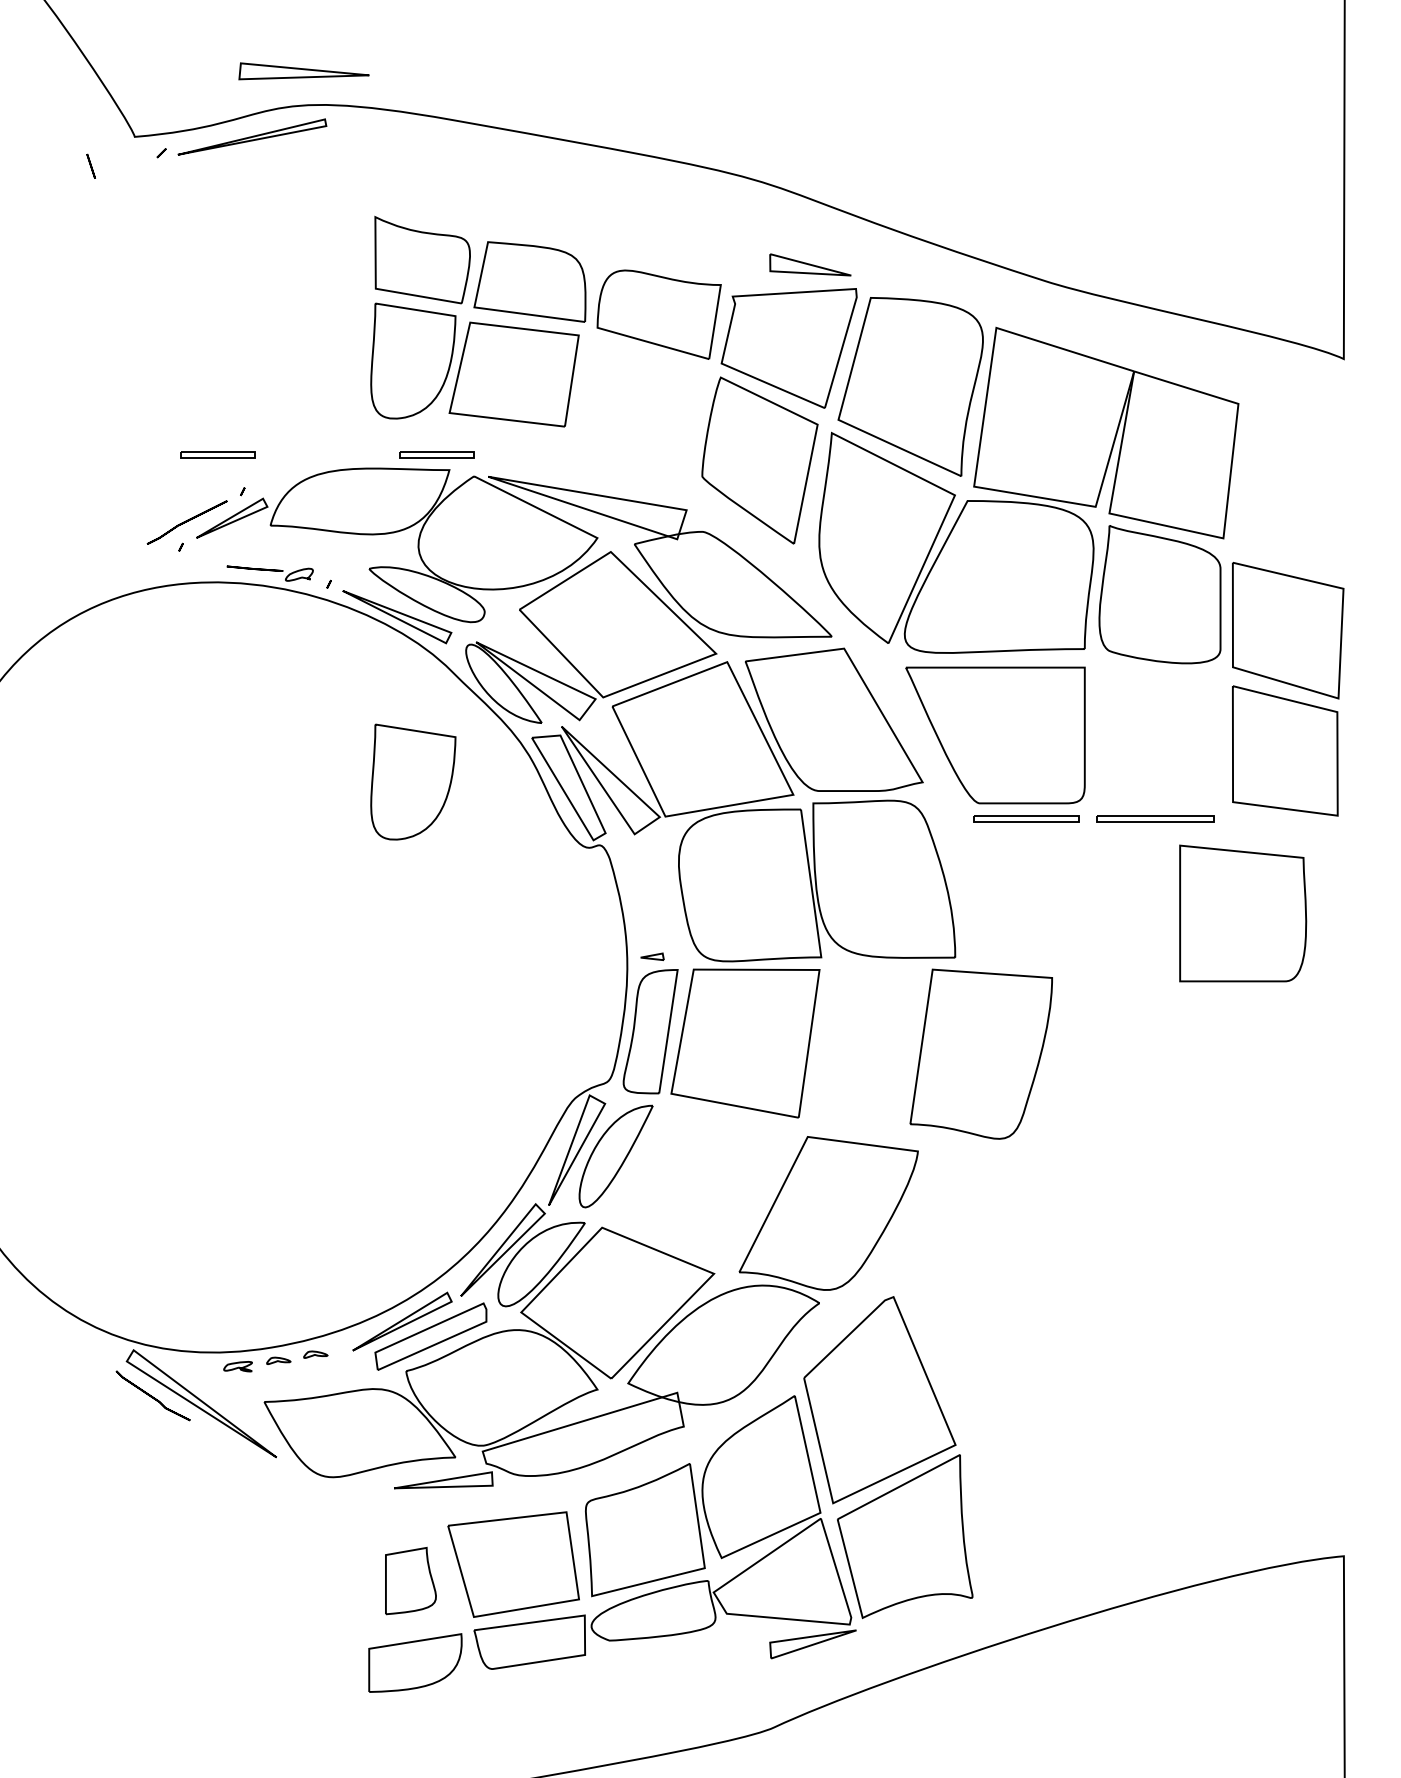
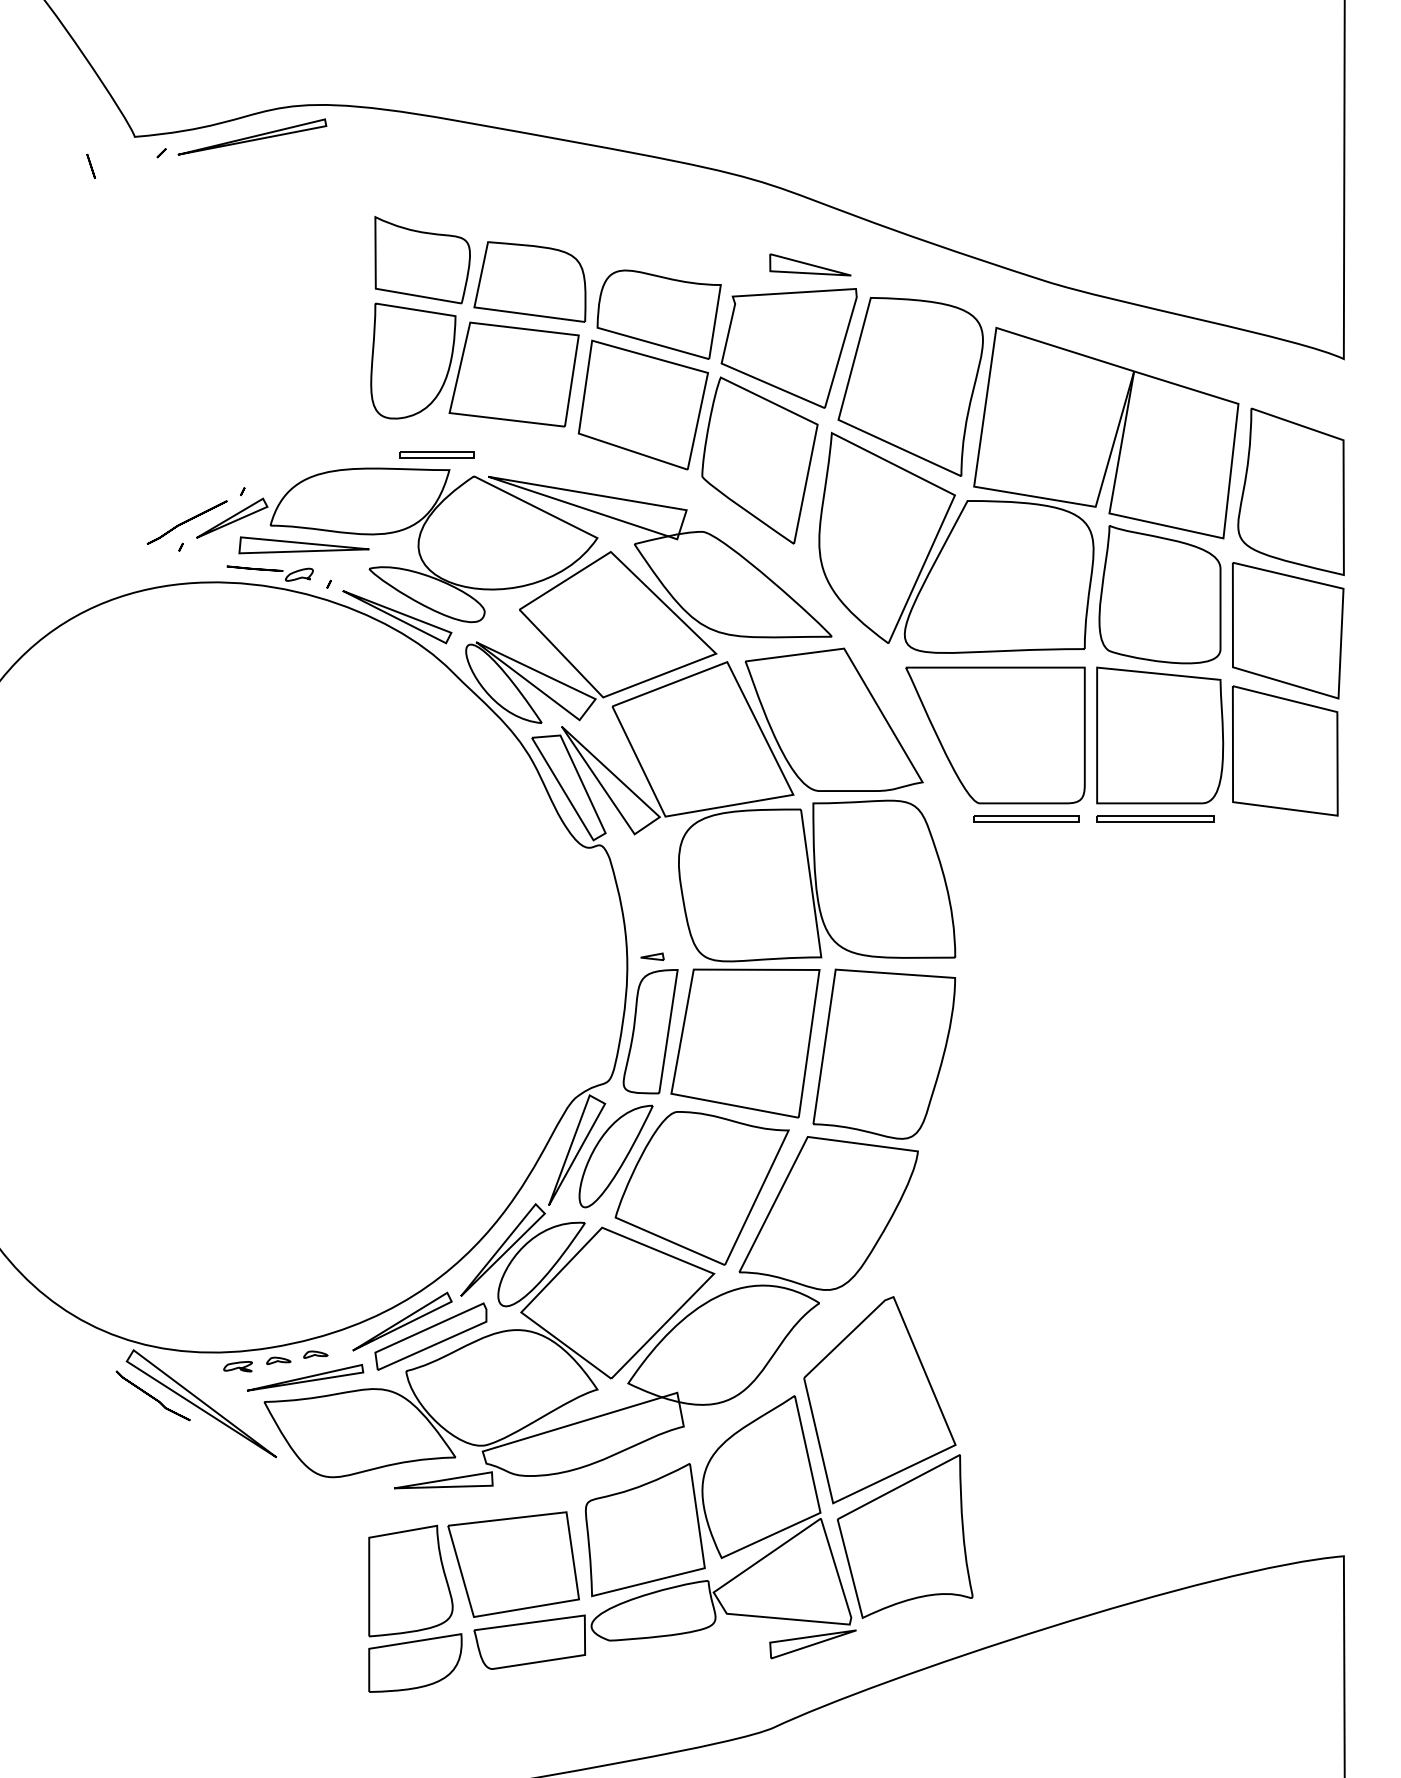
part at (303, 71) position: (303, 71) -> (303, 545)
part at (642, 404): none -> present
part at (217, 454): present -> none
part at (1290, 491): none -> present
part at (413, 781): present -> none
part at (1243, 913) position: (1243, 913) -> (1160, 735)
part at (980, 1053) position: (980, 1053) -> (883, 1053)
part at (701, 1188): none -> present
part at (305, 1377): none -> present
part at (410, 1580) size: 52x70 px -> 86x114 px
